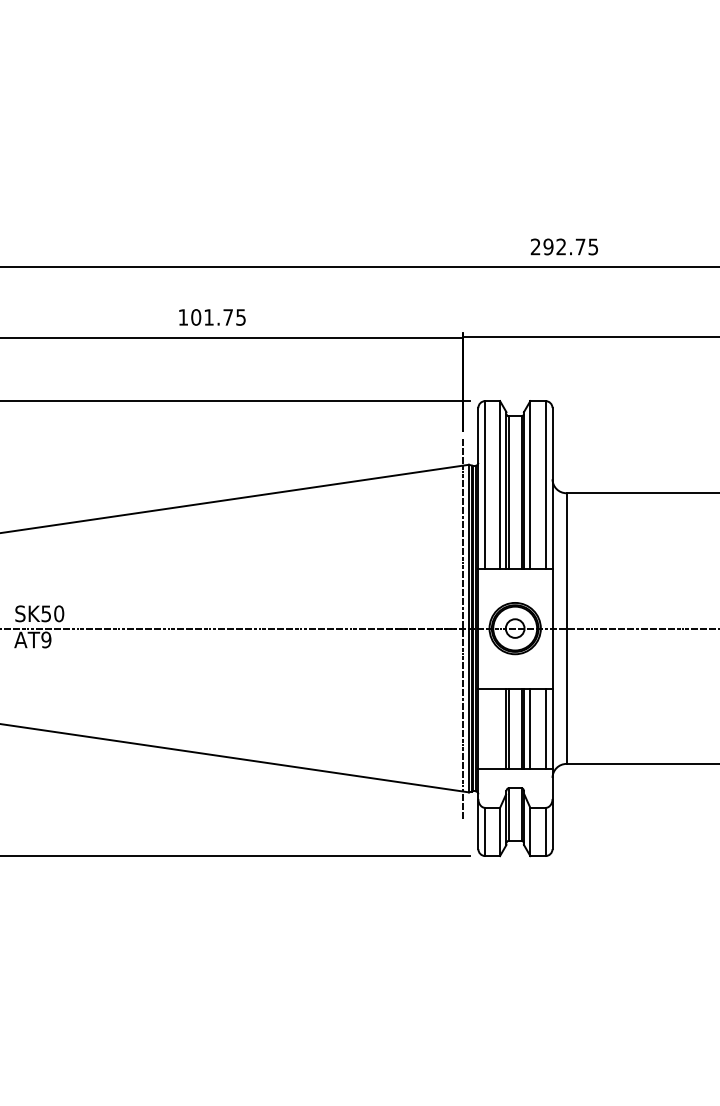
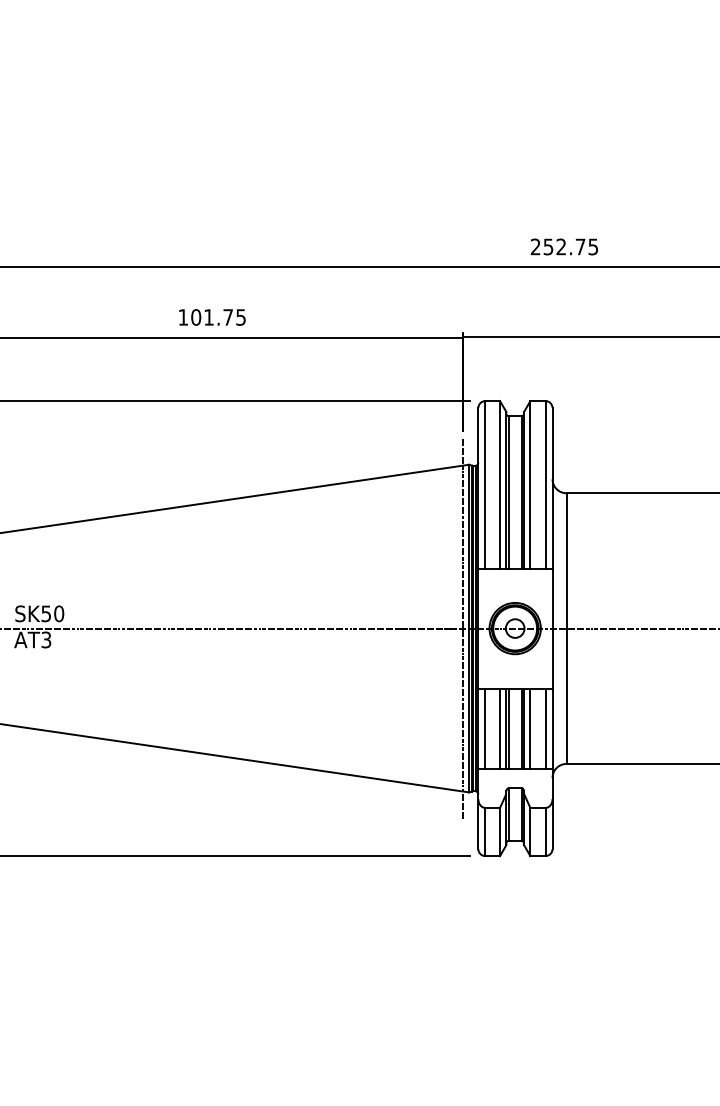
text at (548, 246): 292.75 -> 252.75
text at (46, 639): AT9 -> AT3
line at (485, 728): none -> present
line at (500, 728): none -> present
